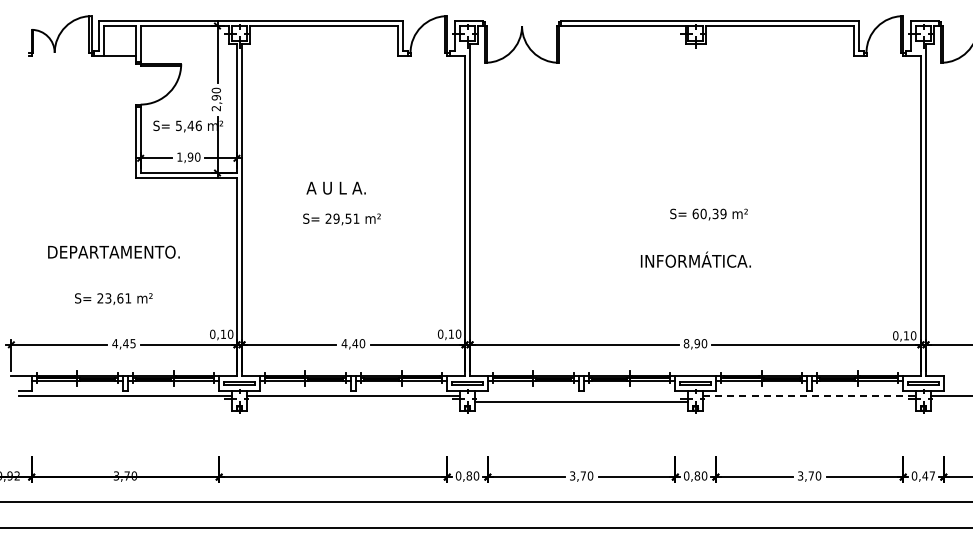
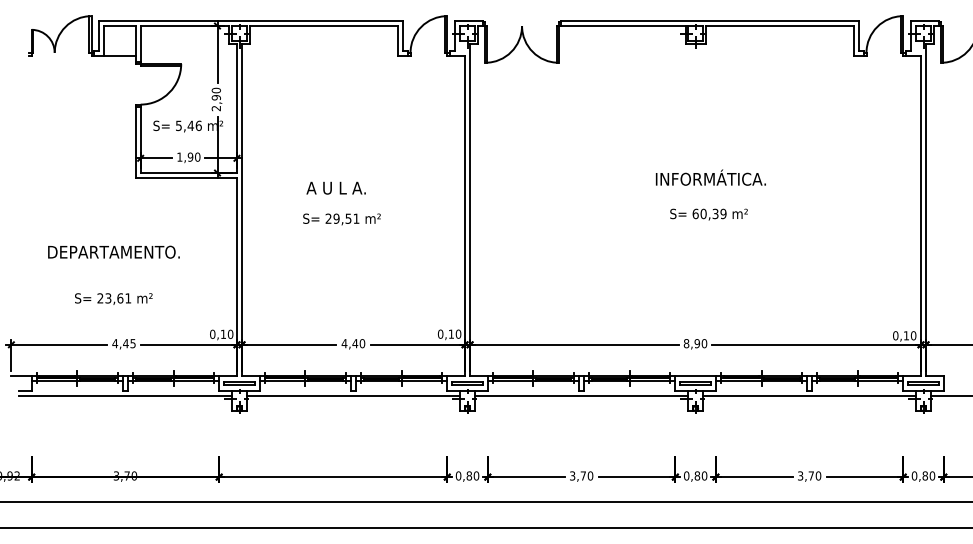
text at (695, 259) position: (695, 259) -> (710, 177)
line at (810, 396): dashed -> solid
line at (581, 402) position: (581, 402) -> (581, 396)
text at (928, 475): 0,47 -> 0,80
